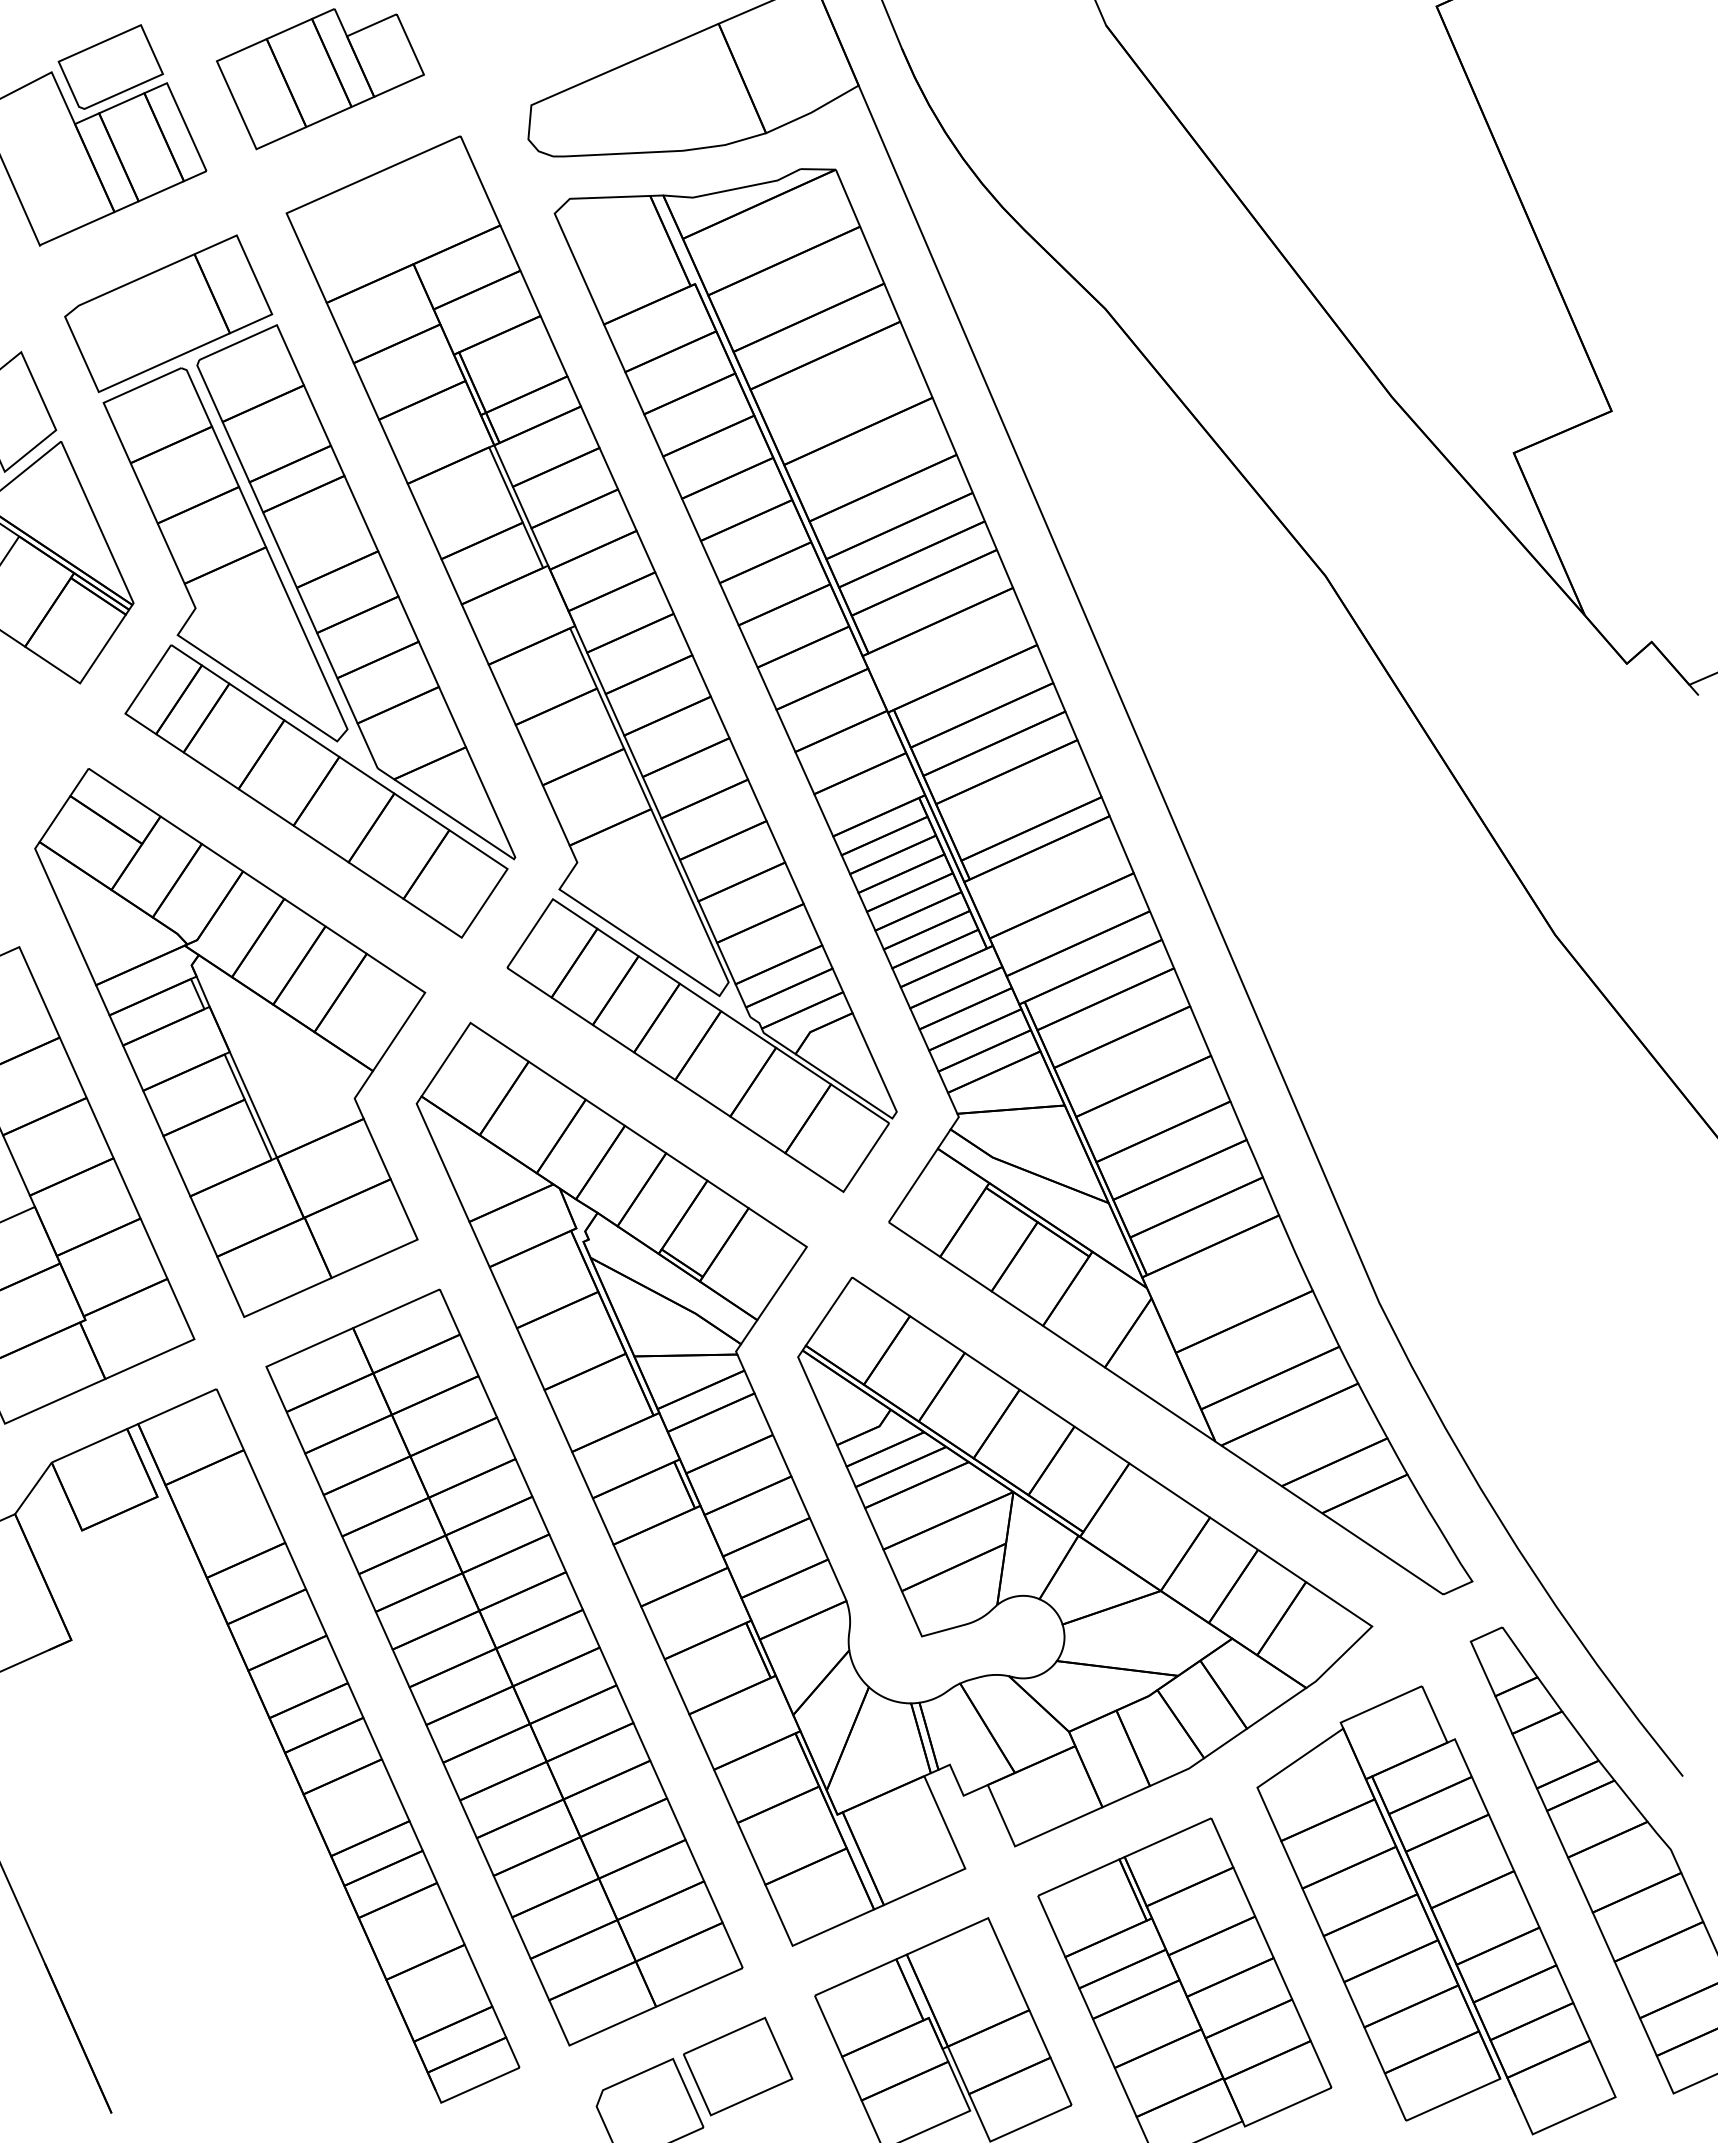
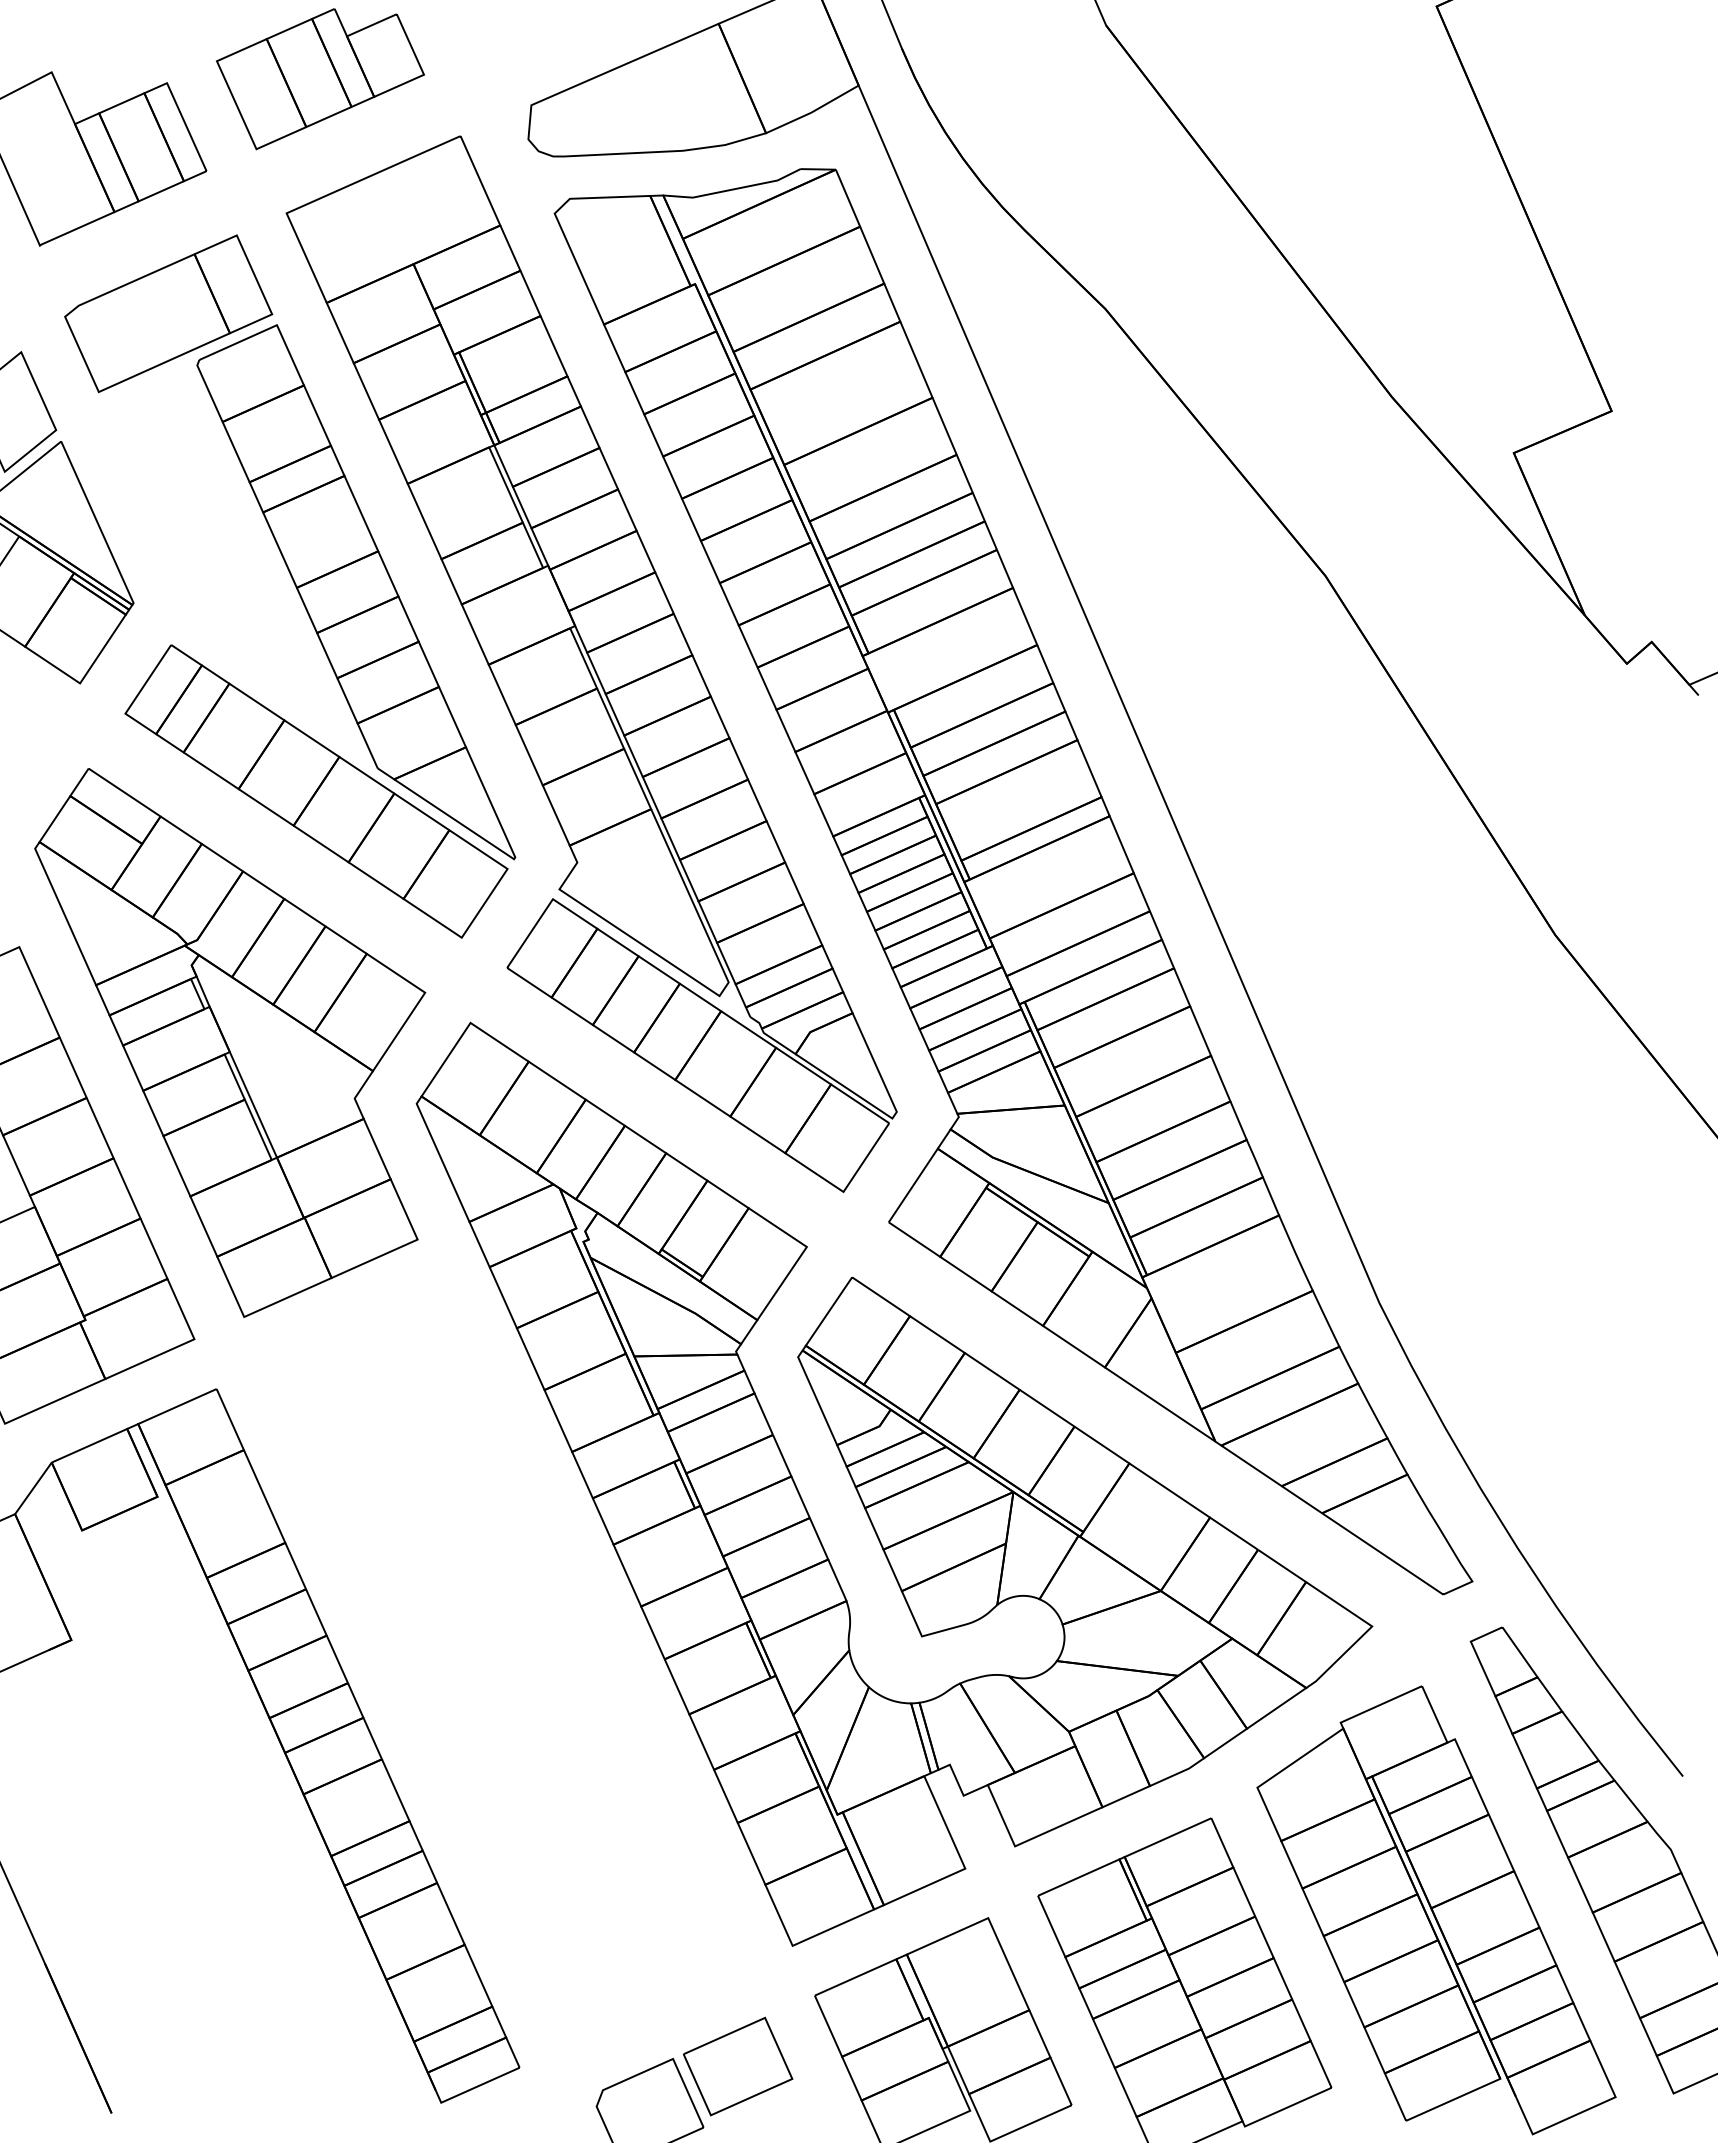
part at (110, 66): present -> none
part at (225, 554): present -> none
part at (504, 1667): present -> none
